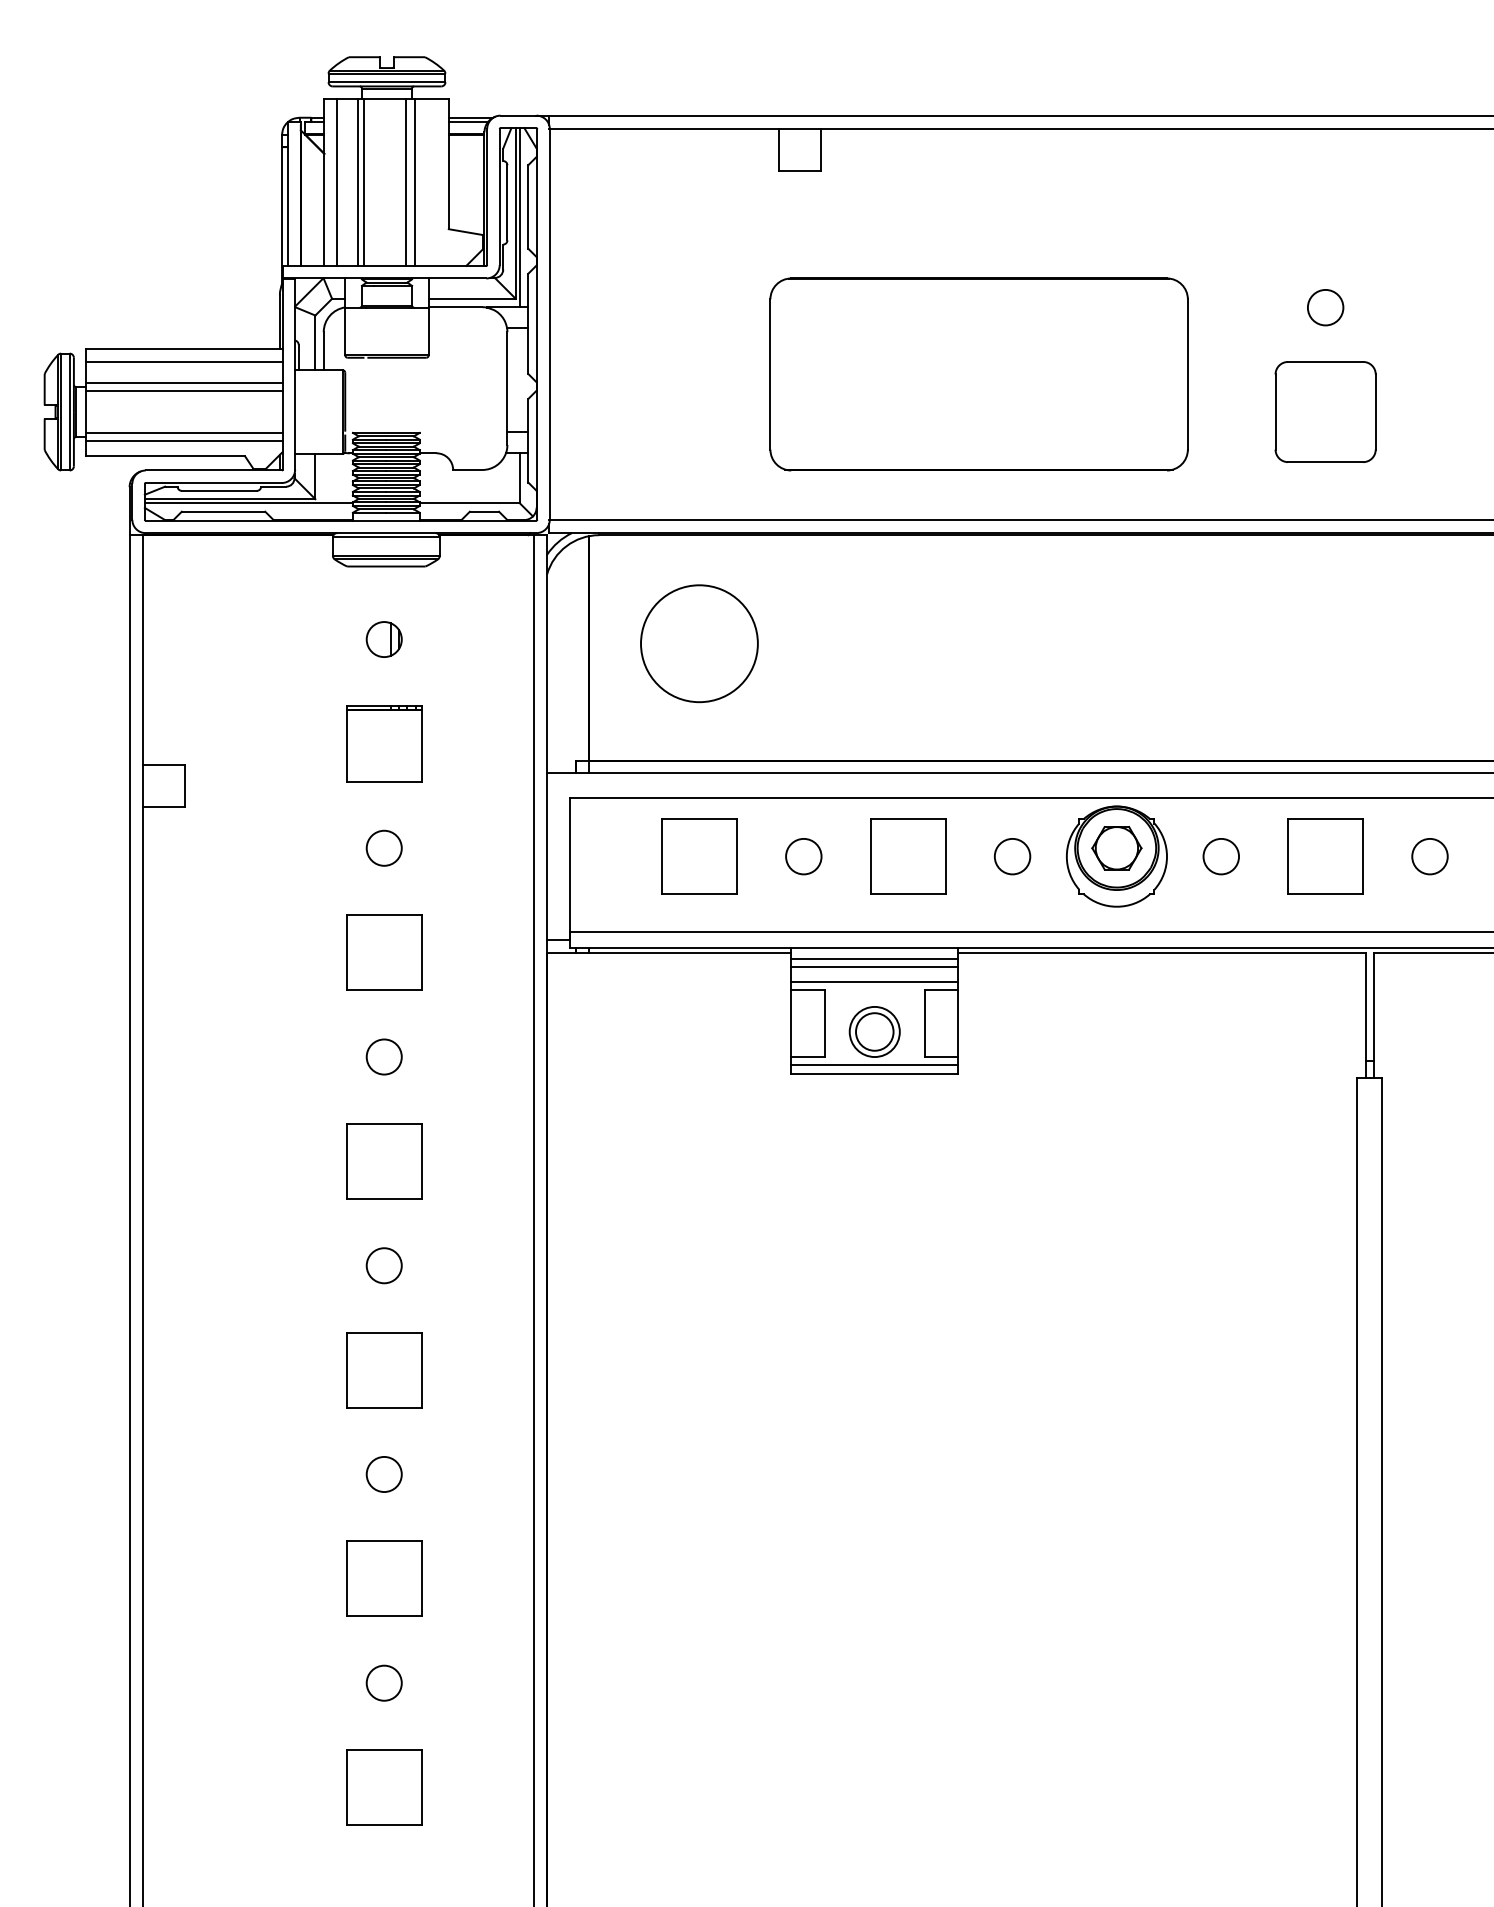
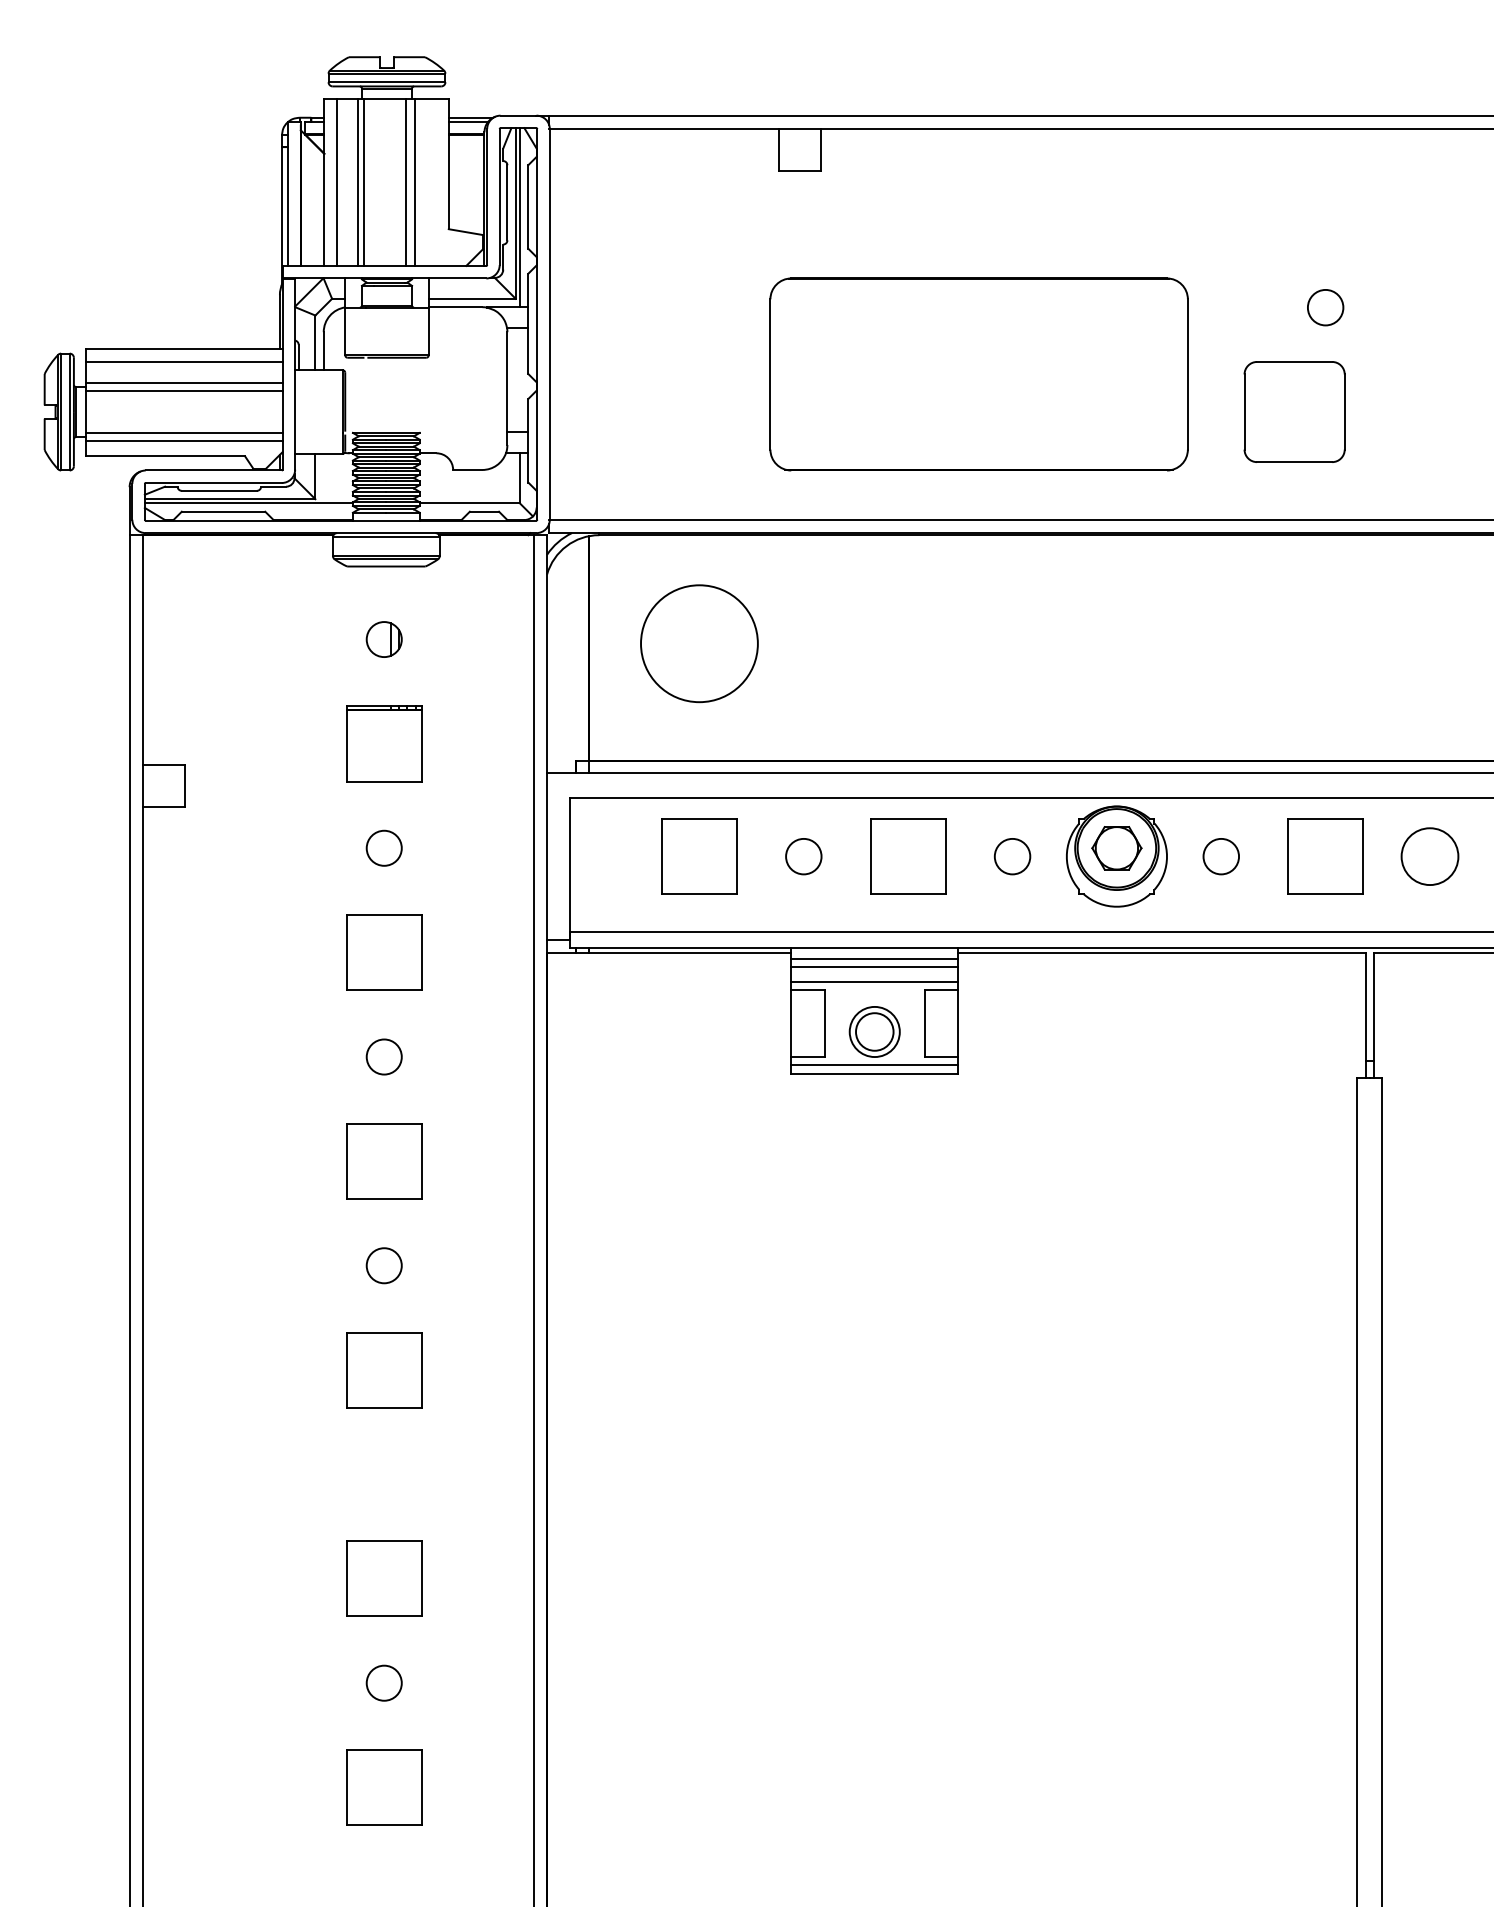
part at (1325, 411) position: (1325, 411) -> (1294, 411)
circle at (1429, 856) diameter: 35 px -> 57 px
circle at (383, 1474): present -> none
